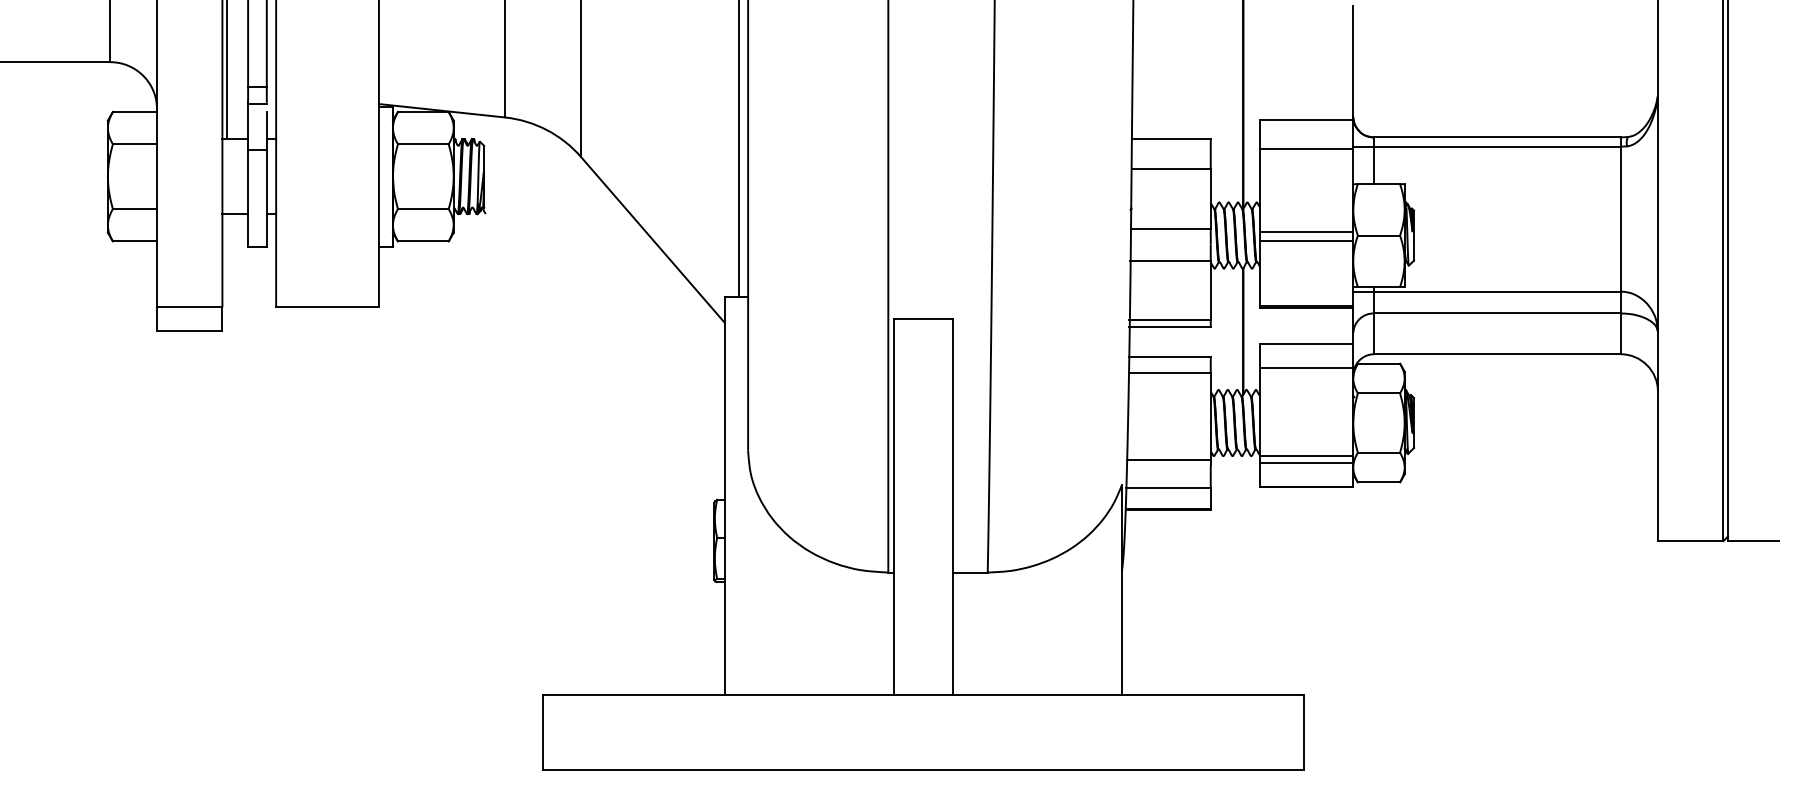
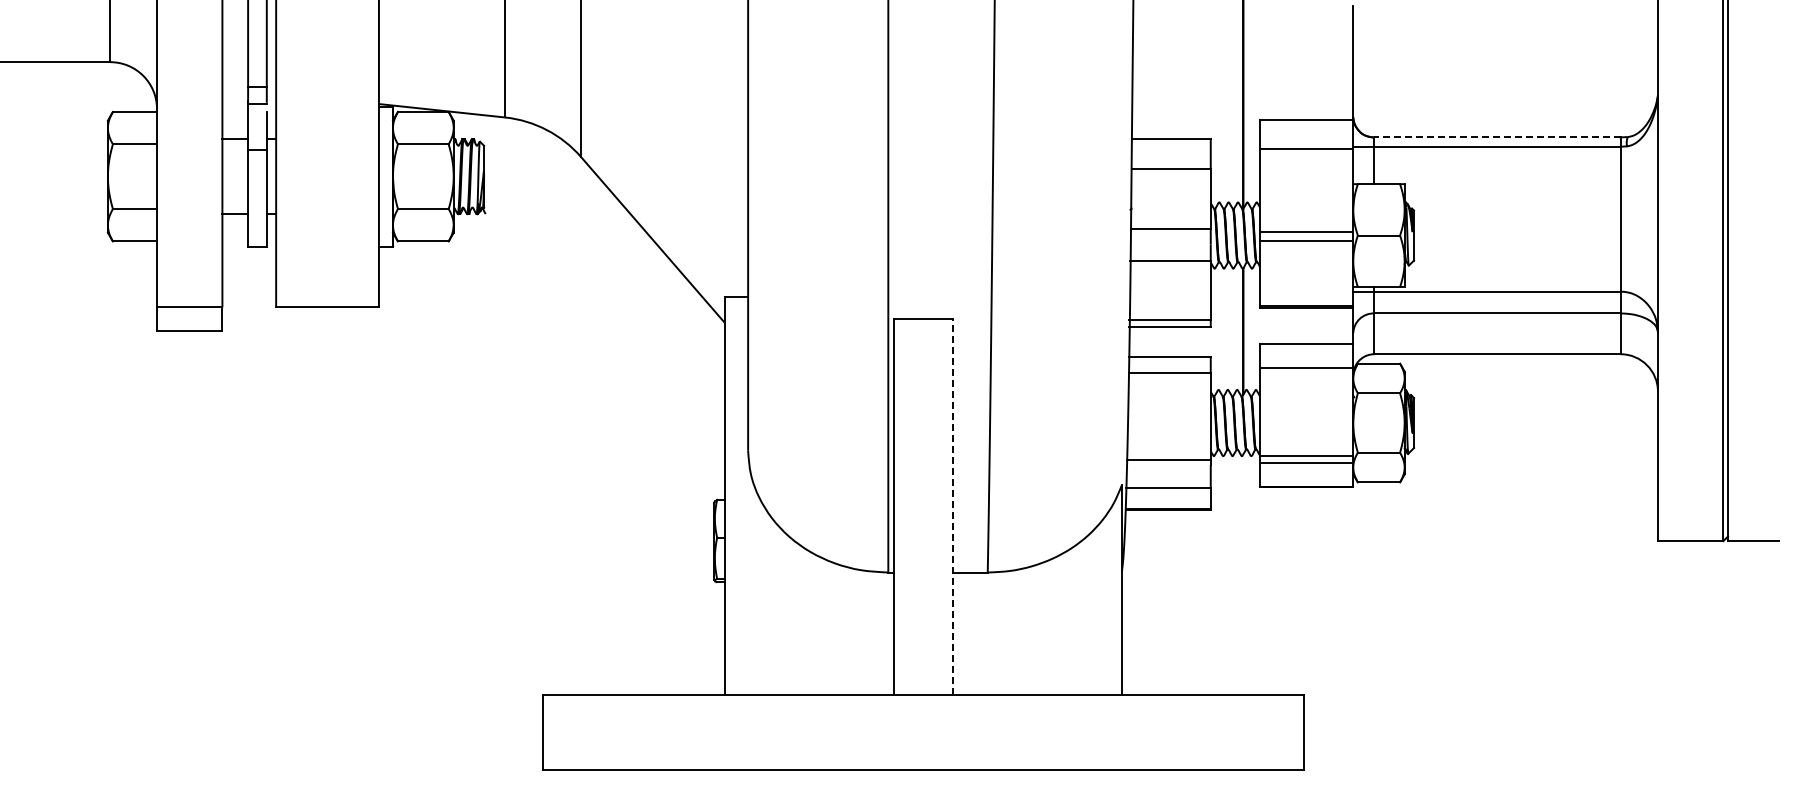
line at (227, 70): present -> none
line at (1496, 137): solid -> dashed
line at (738, 149): present -> none
line at (952, 507): solid -> dashed
